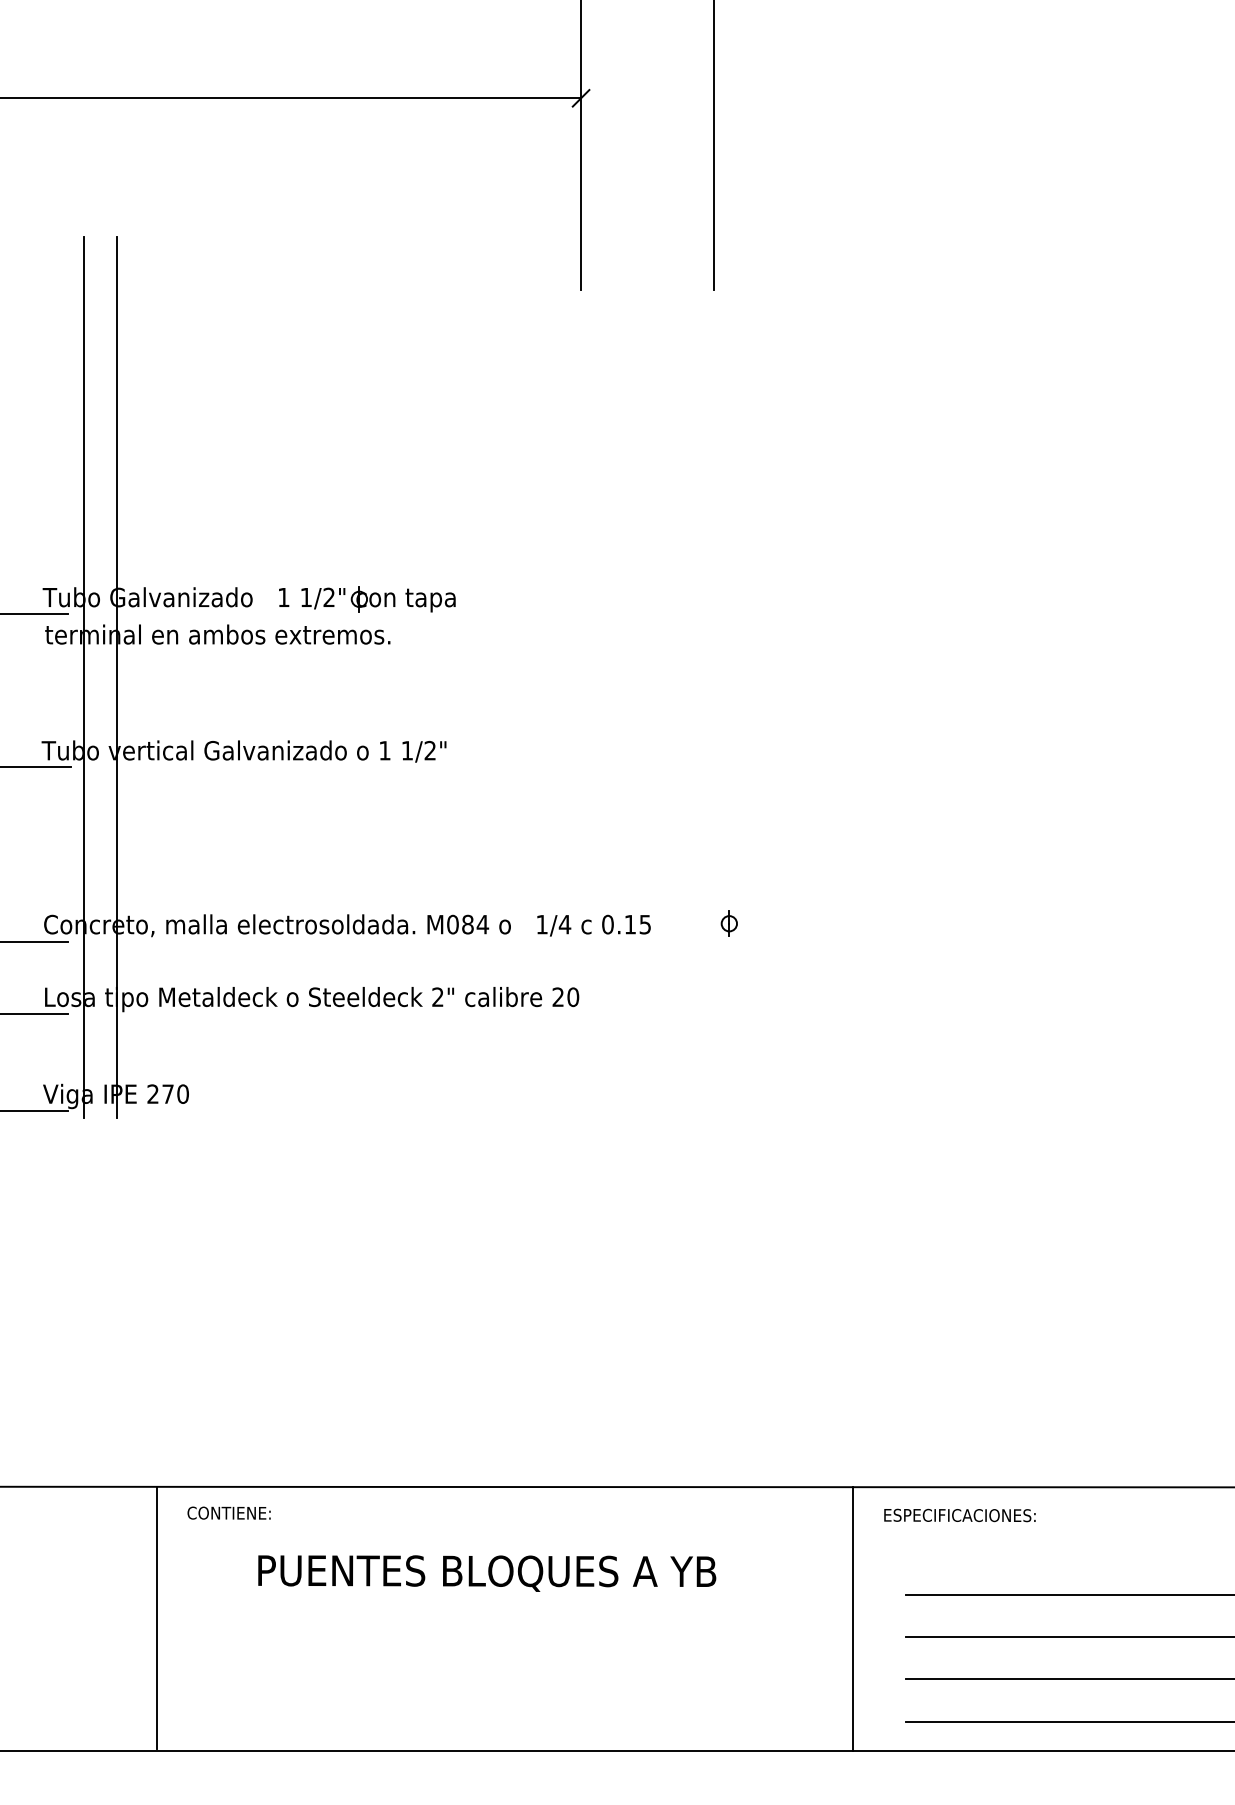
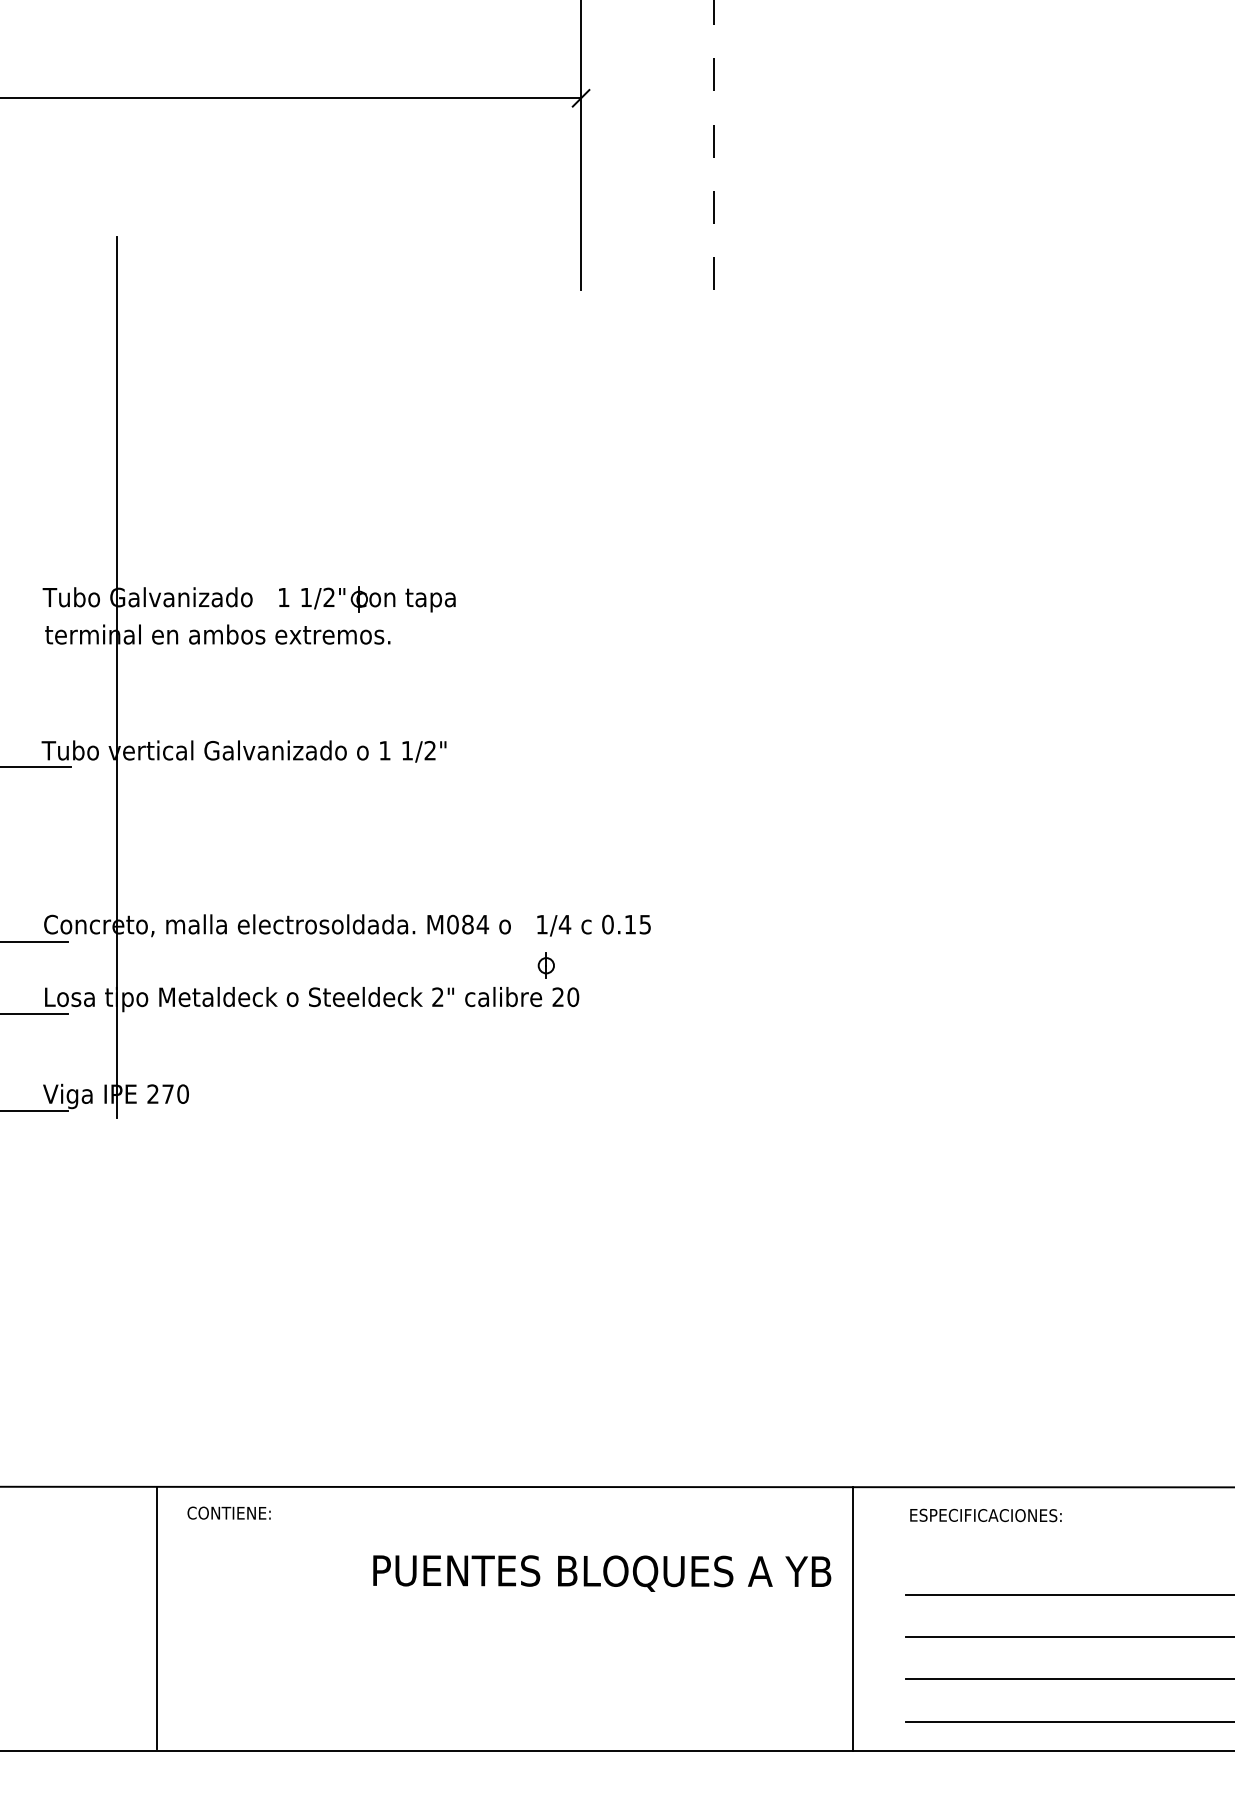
line at (713, 145): solid -> dashed
line at (34, 614): present -> none
line at (83, 677): present -> none
part at (728, 923) position: (728, 923) -> (545, 965)
text at (959, 1515) position: (959, 1515) -> (985, 1515)
text at (487, 1573) position: (487, 1573) -> (602, 1573)
